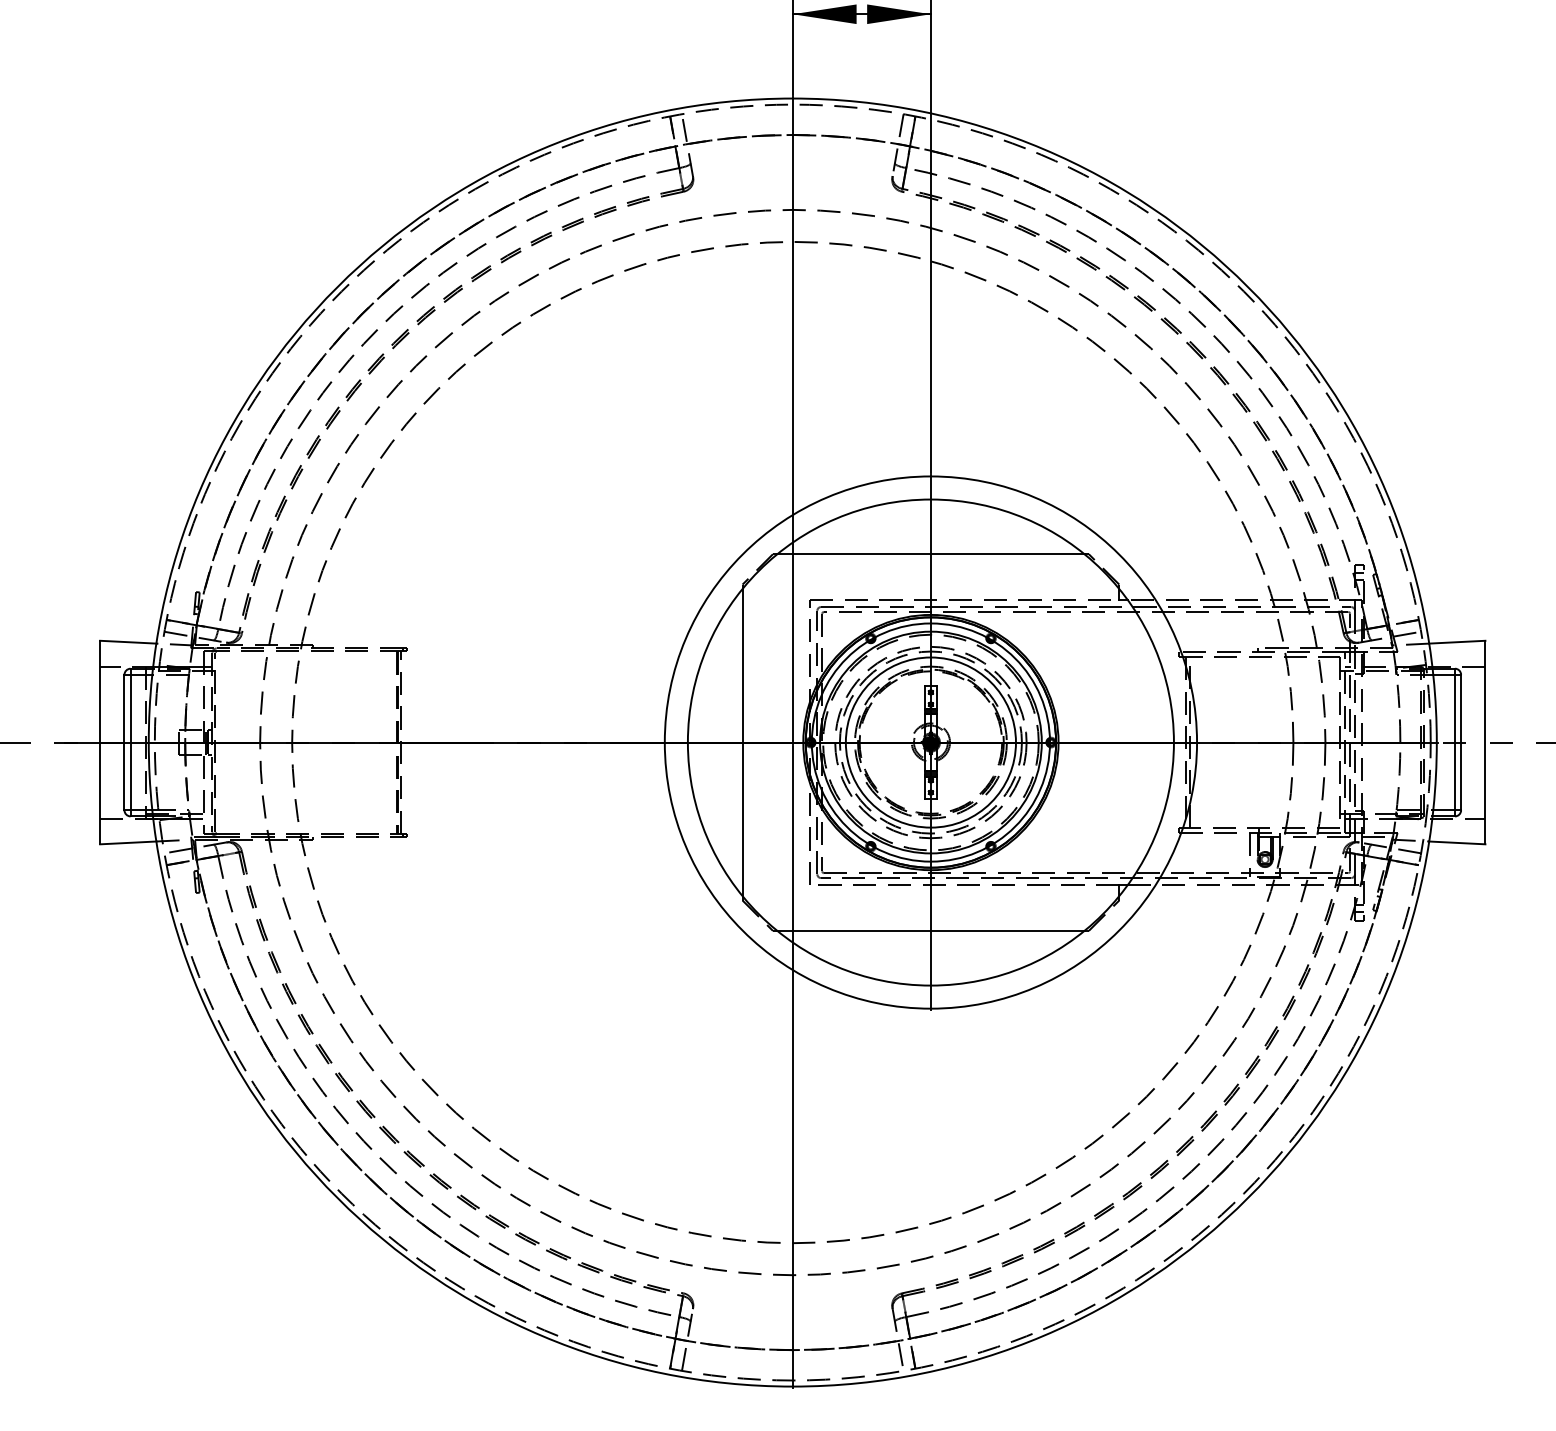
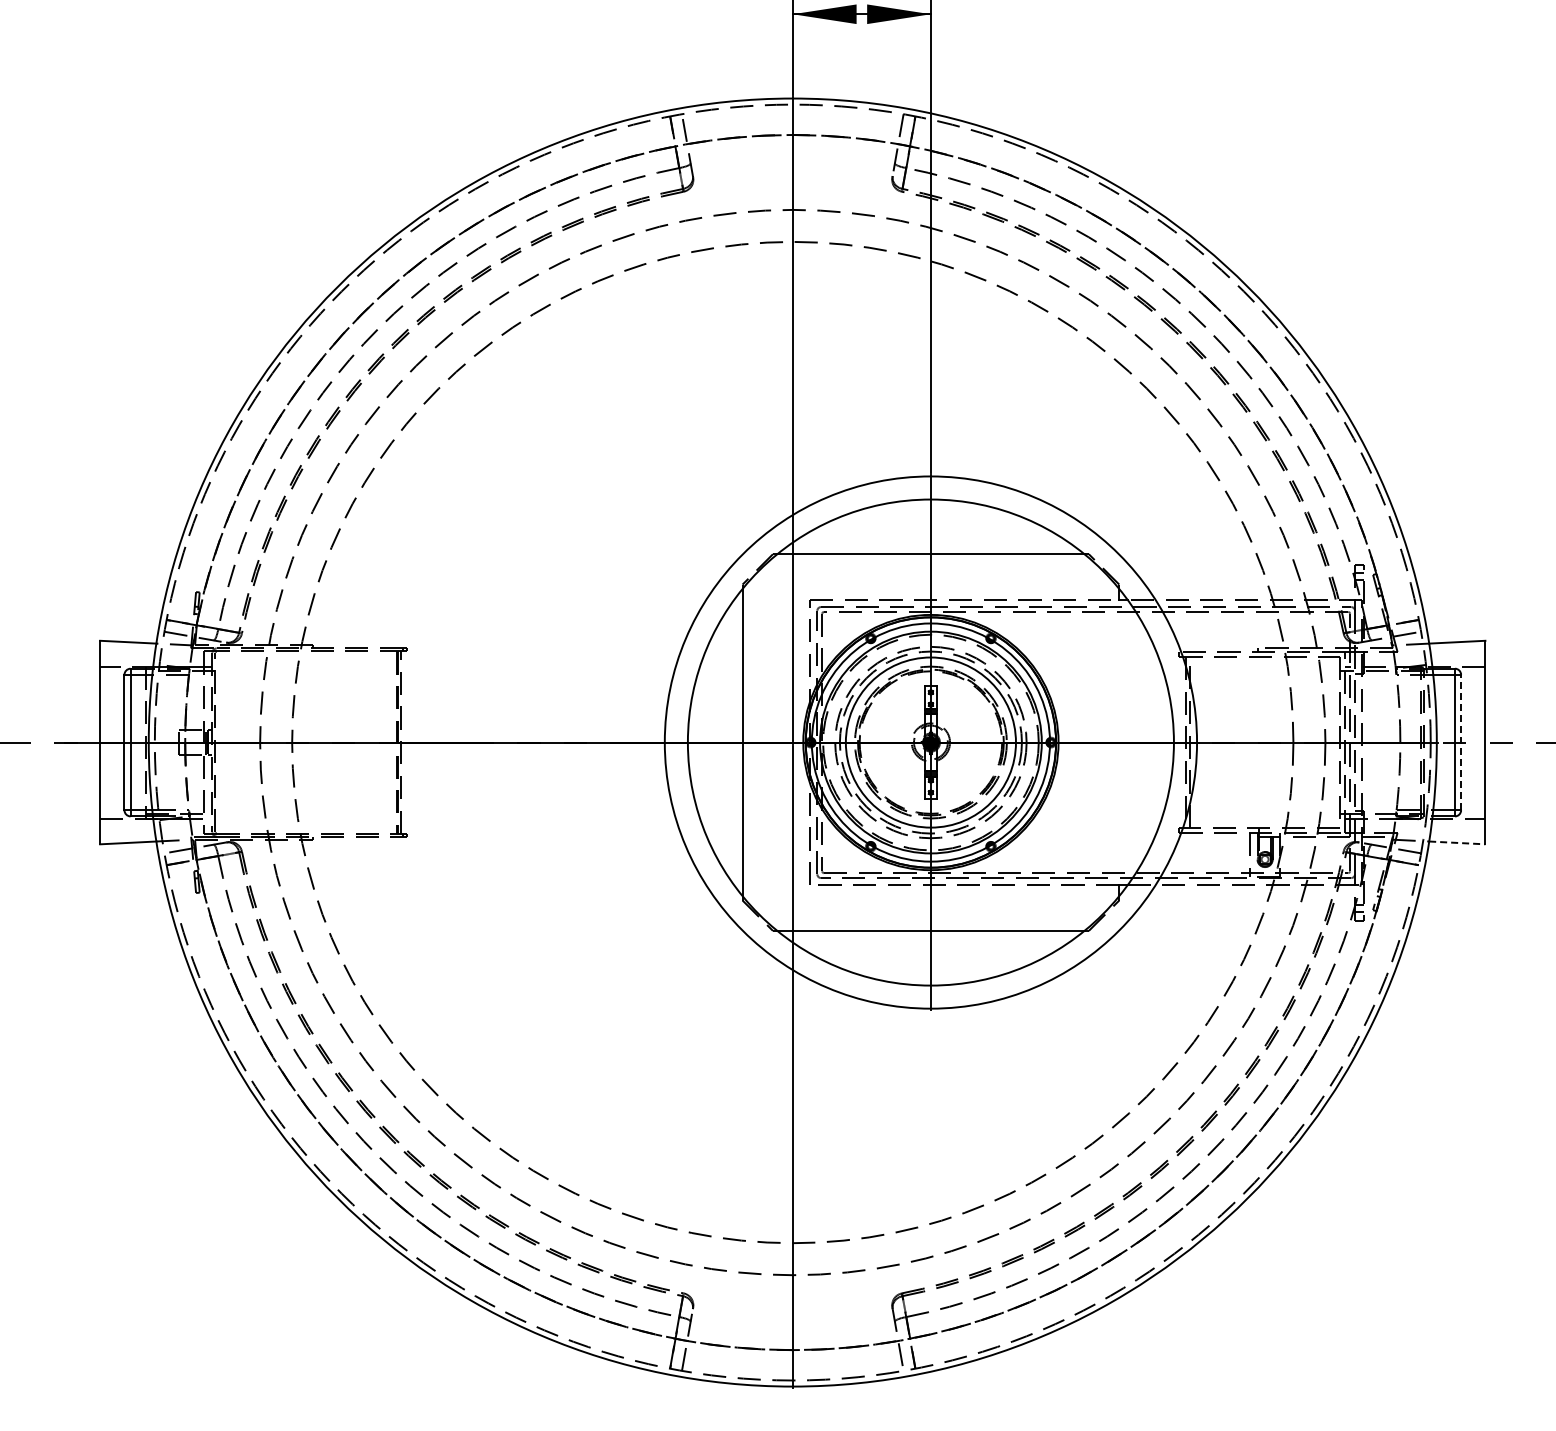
line at (1461, 742): solid -> dashed
line at (1457, 842): solid -> dashed
